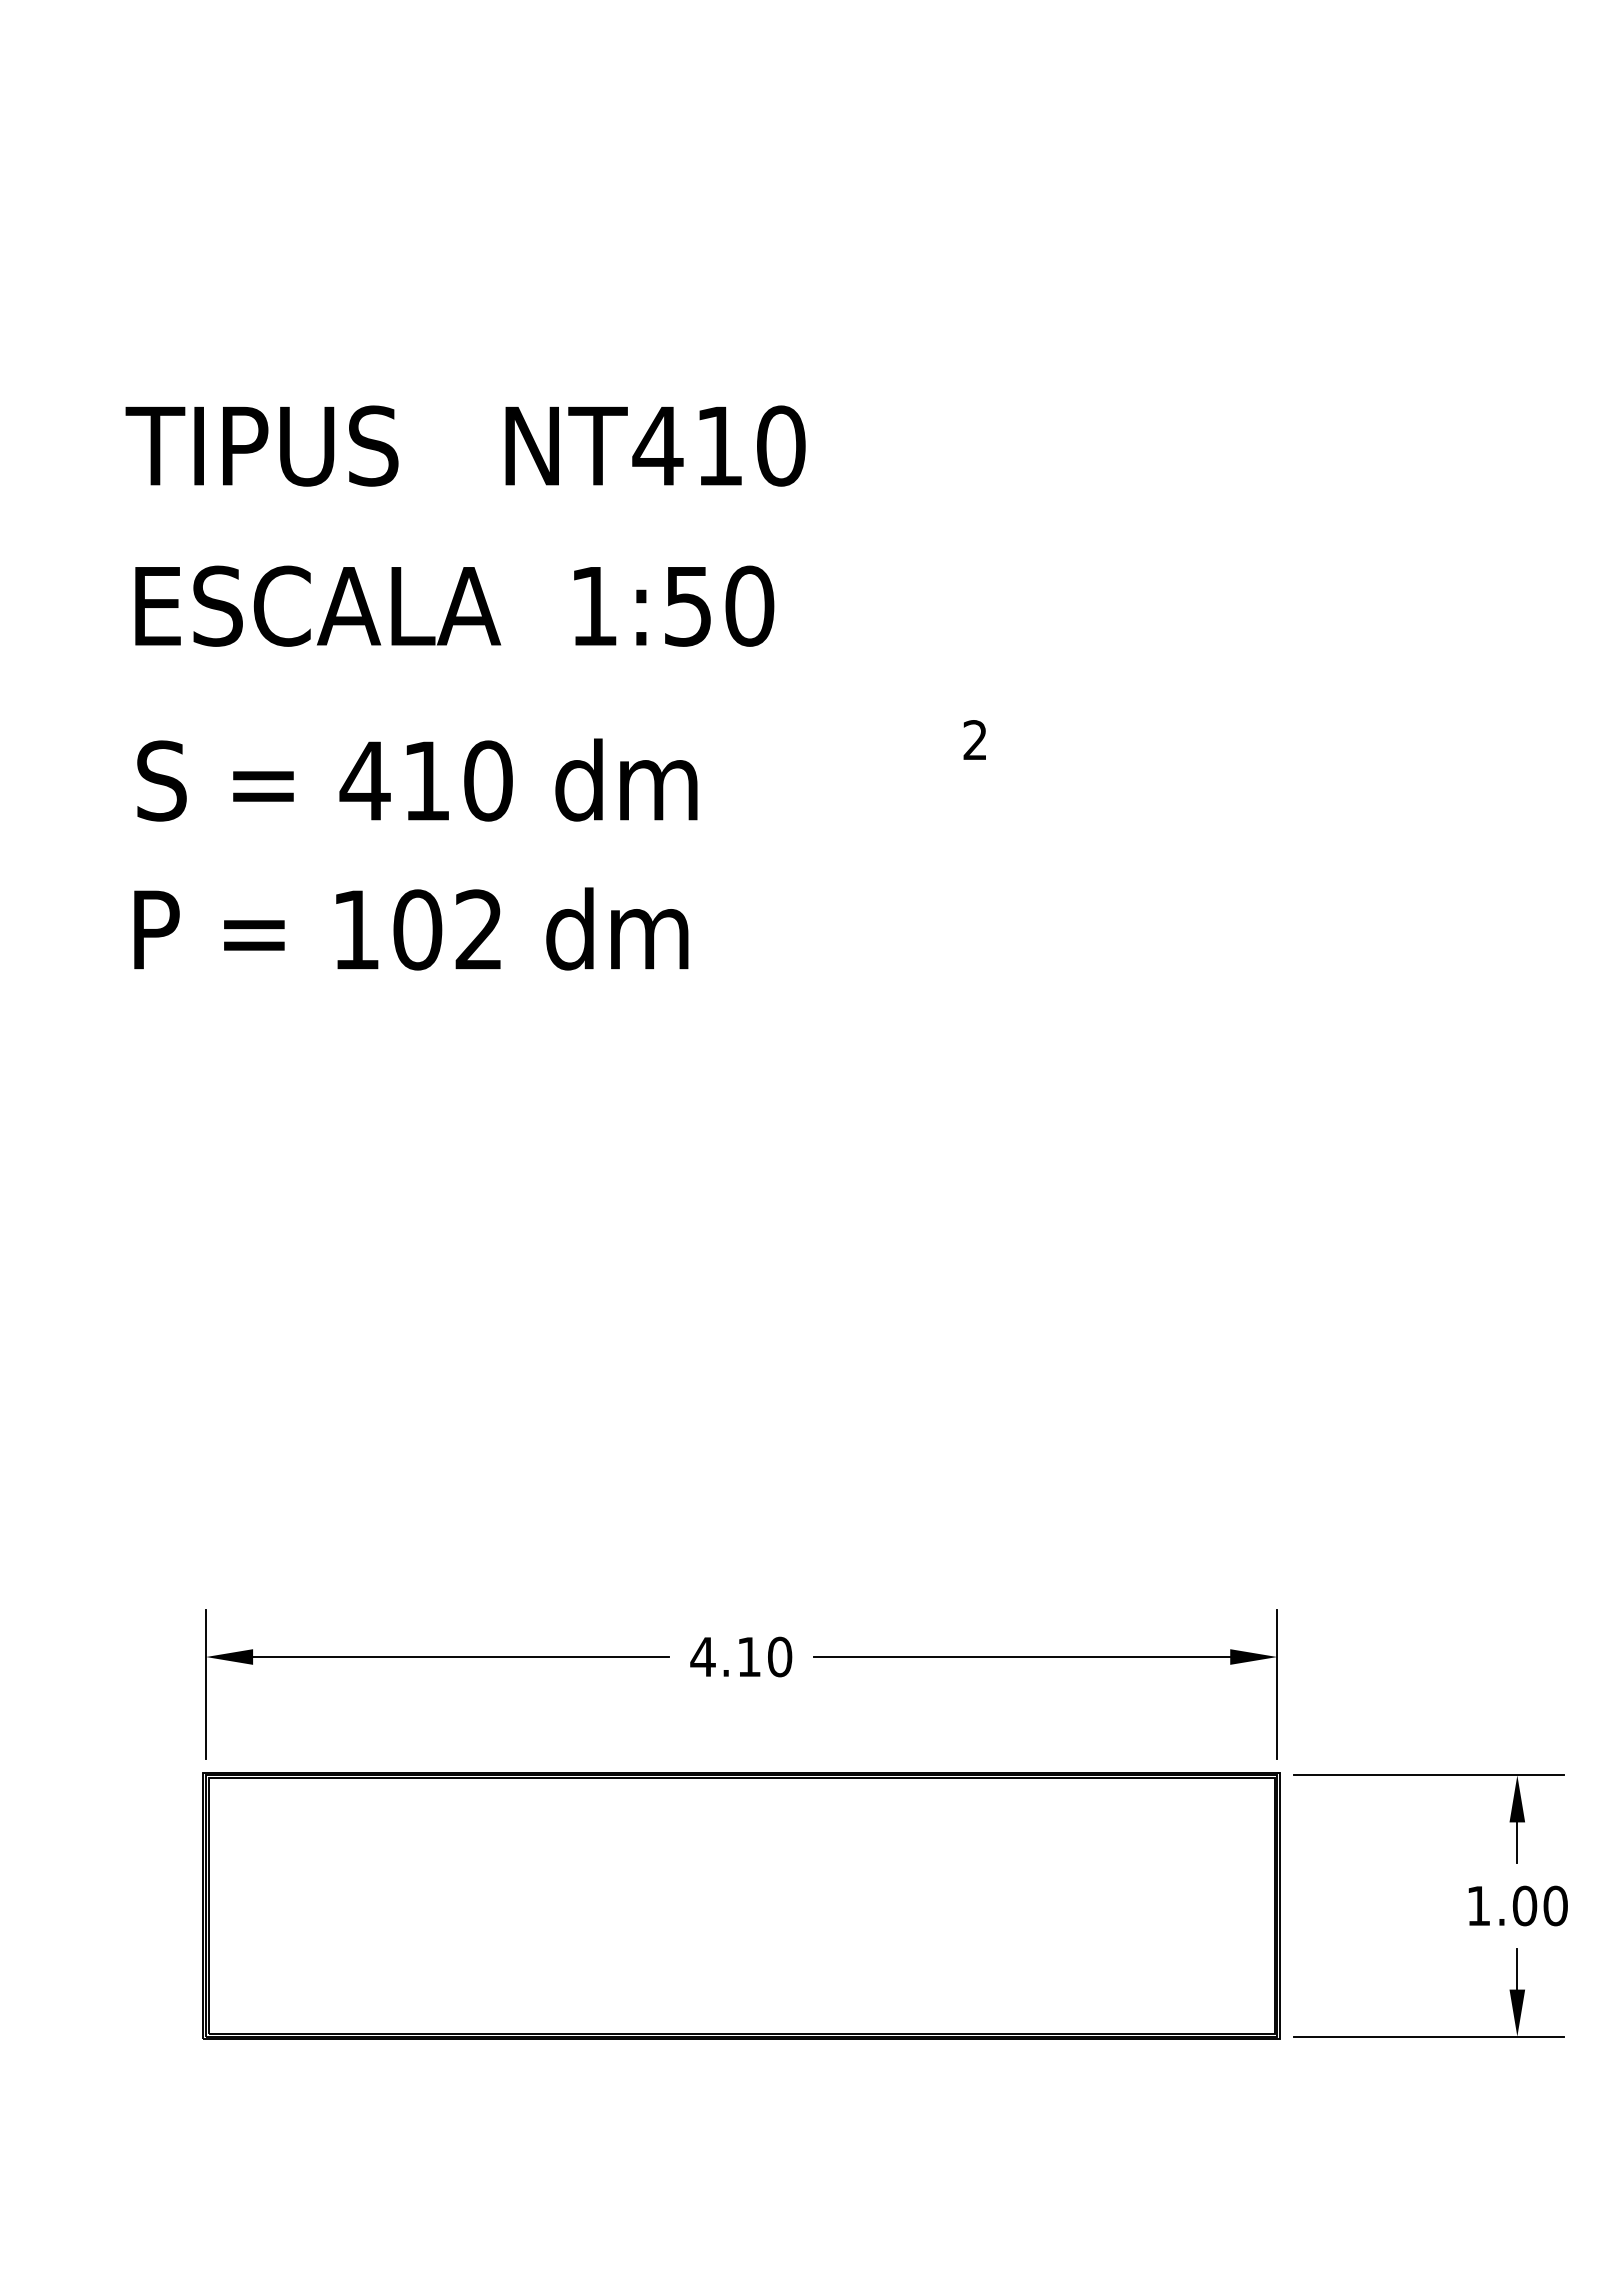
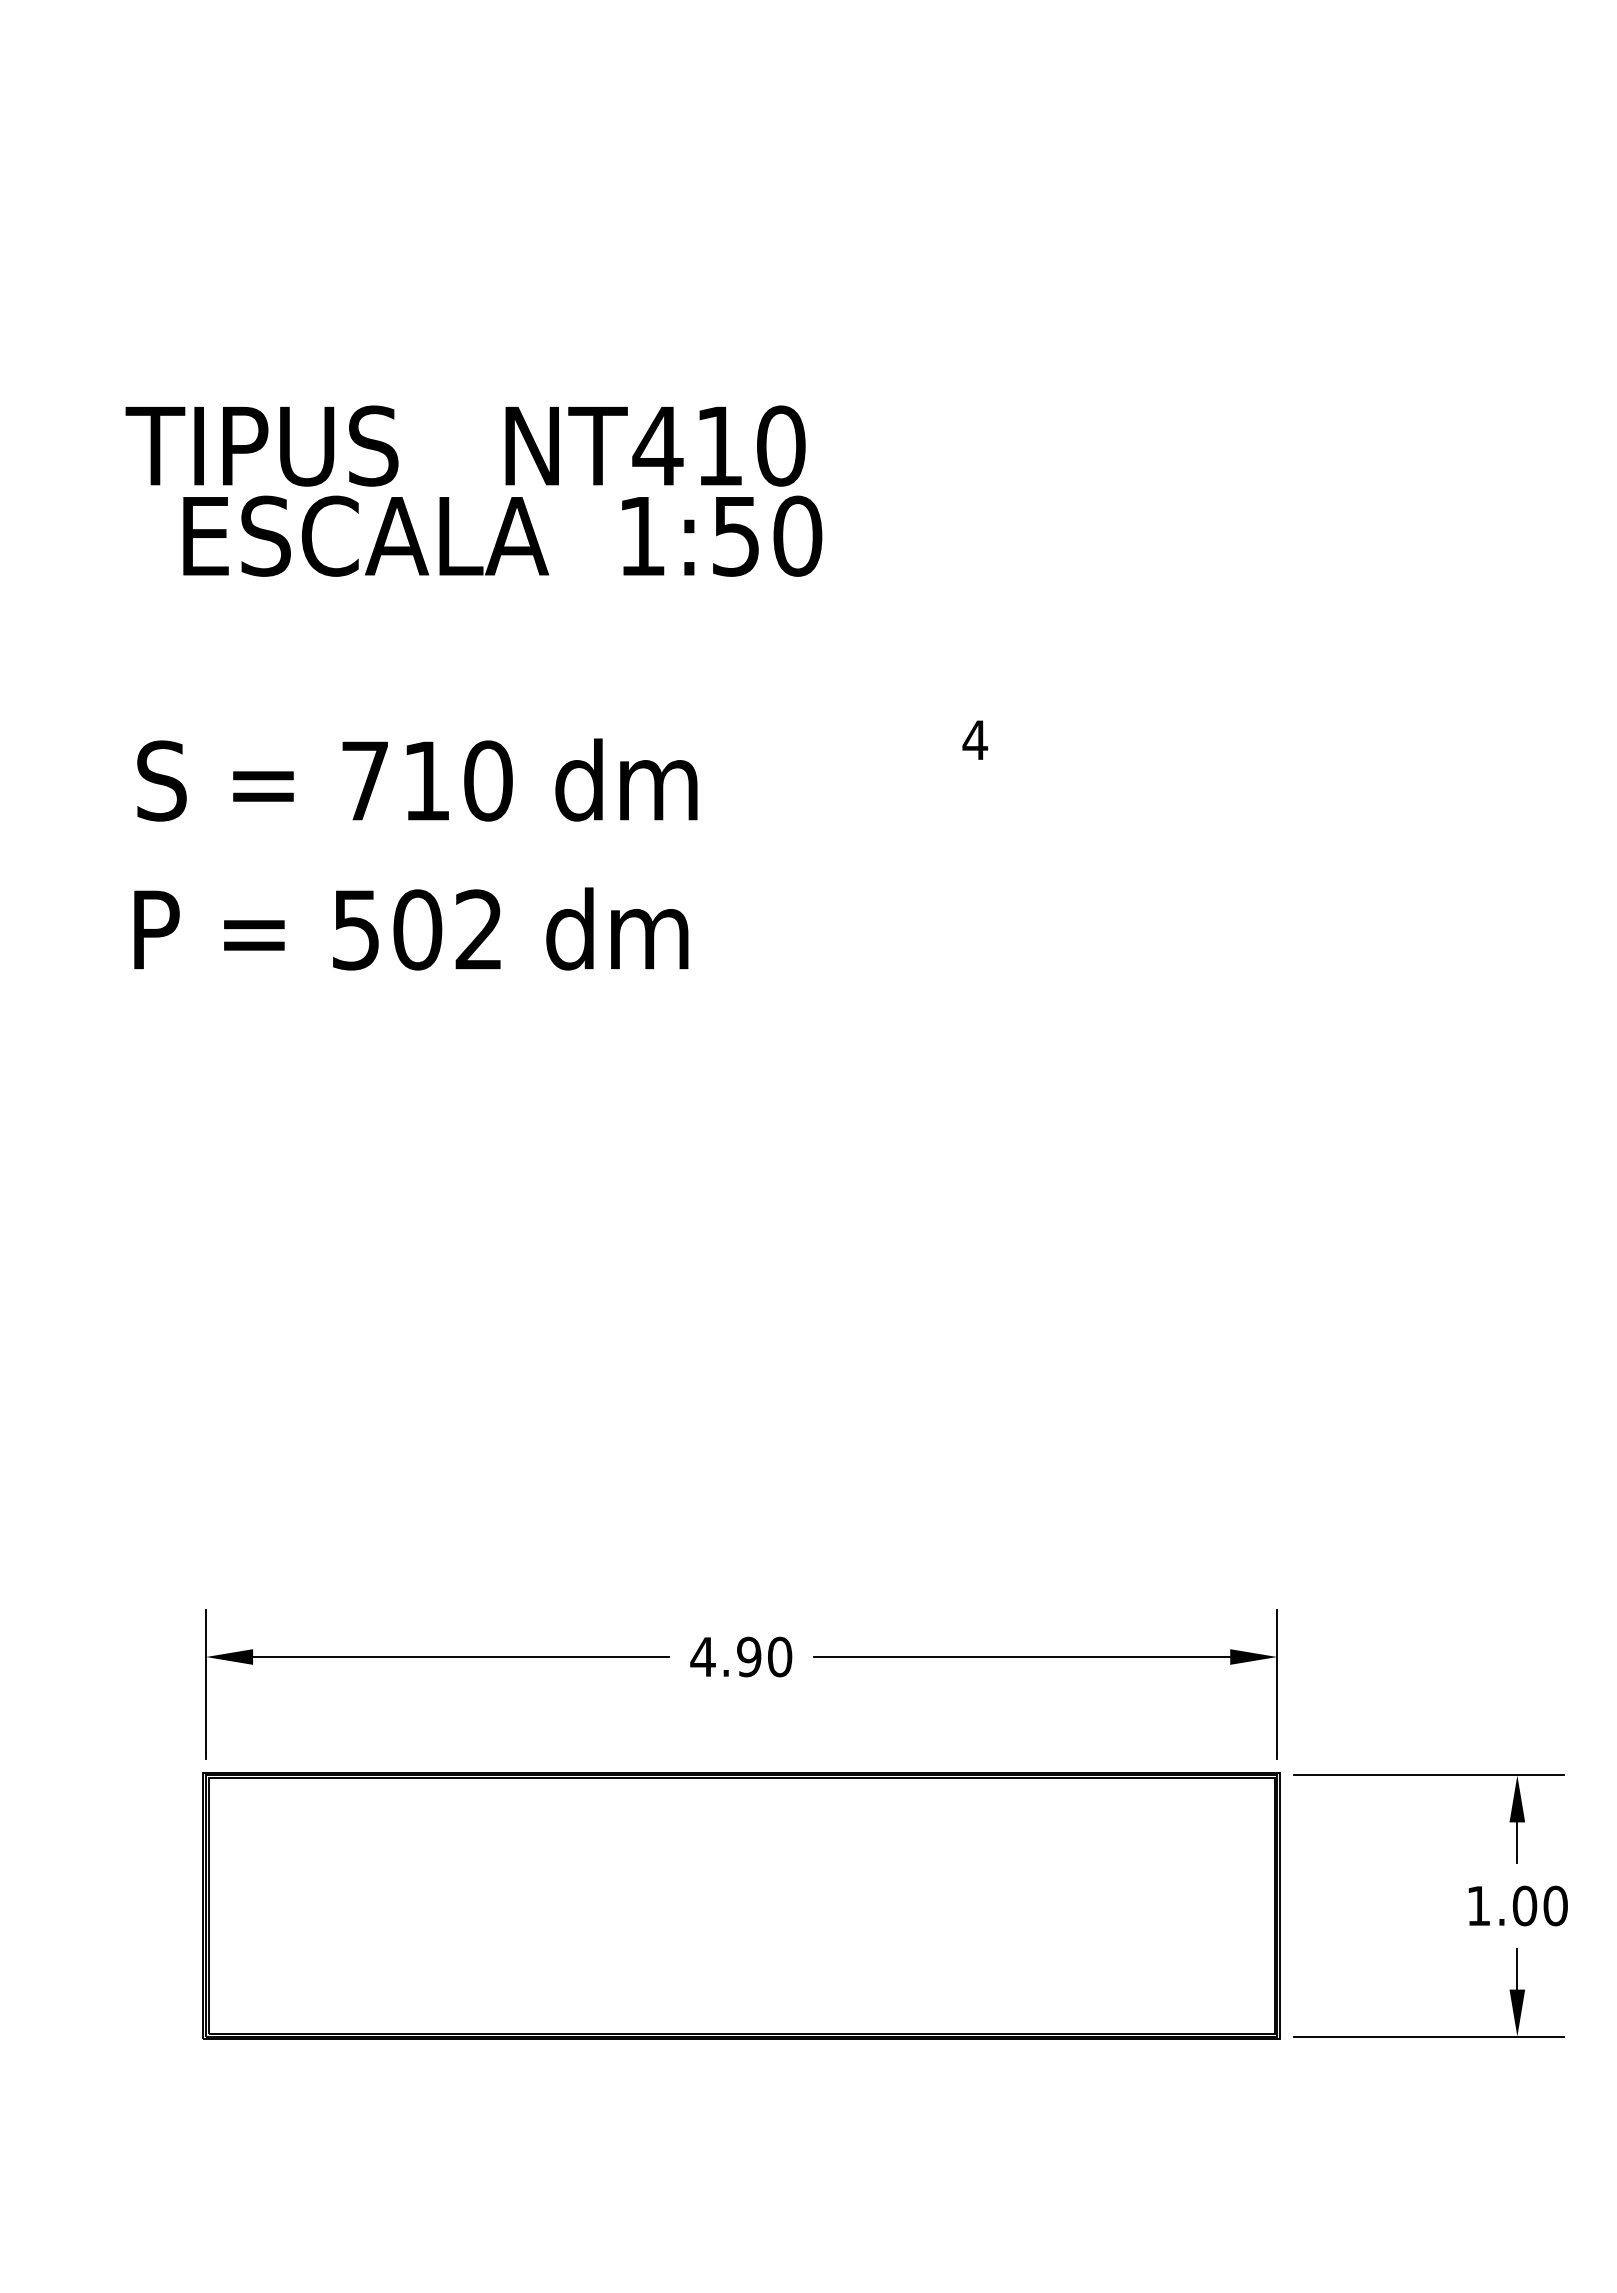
text at (454, 605) position: (454, 605) -> (502, 535)
text at (975, 739): 2 -> 4
text at (364, 780): 410 -> 710
text at (355, 930): 102 -> 502
text at (749, 1656): 4.10 -> 4.90
